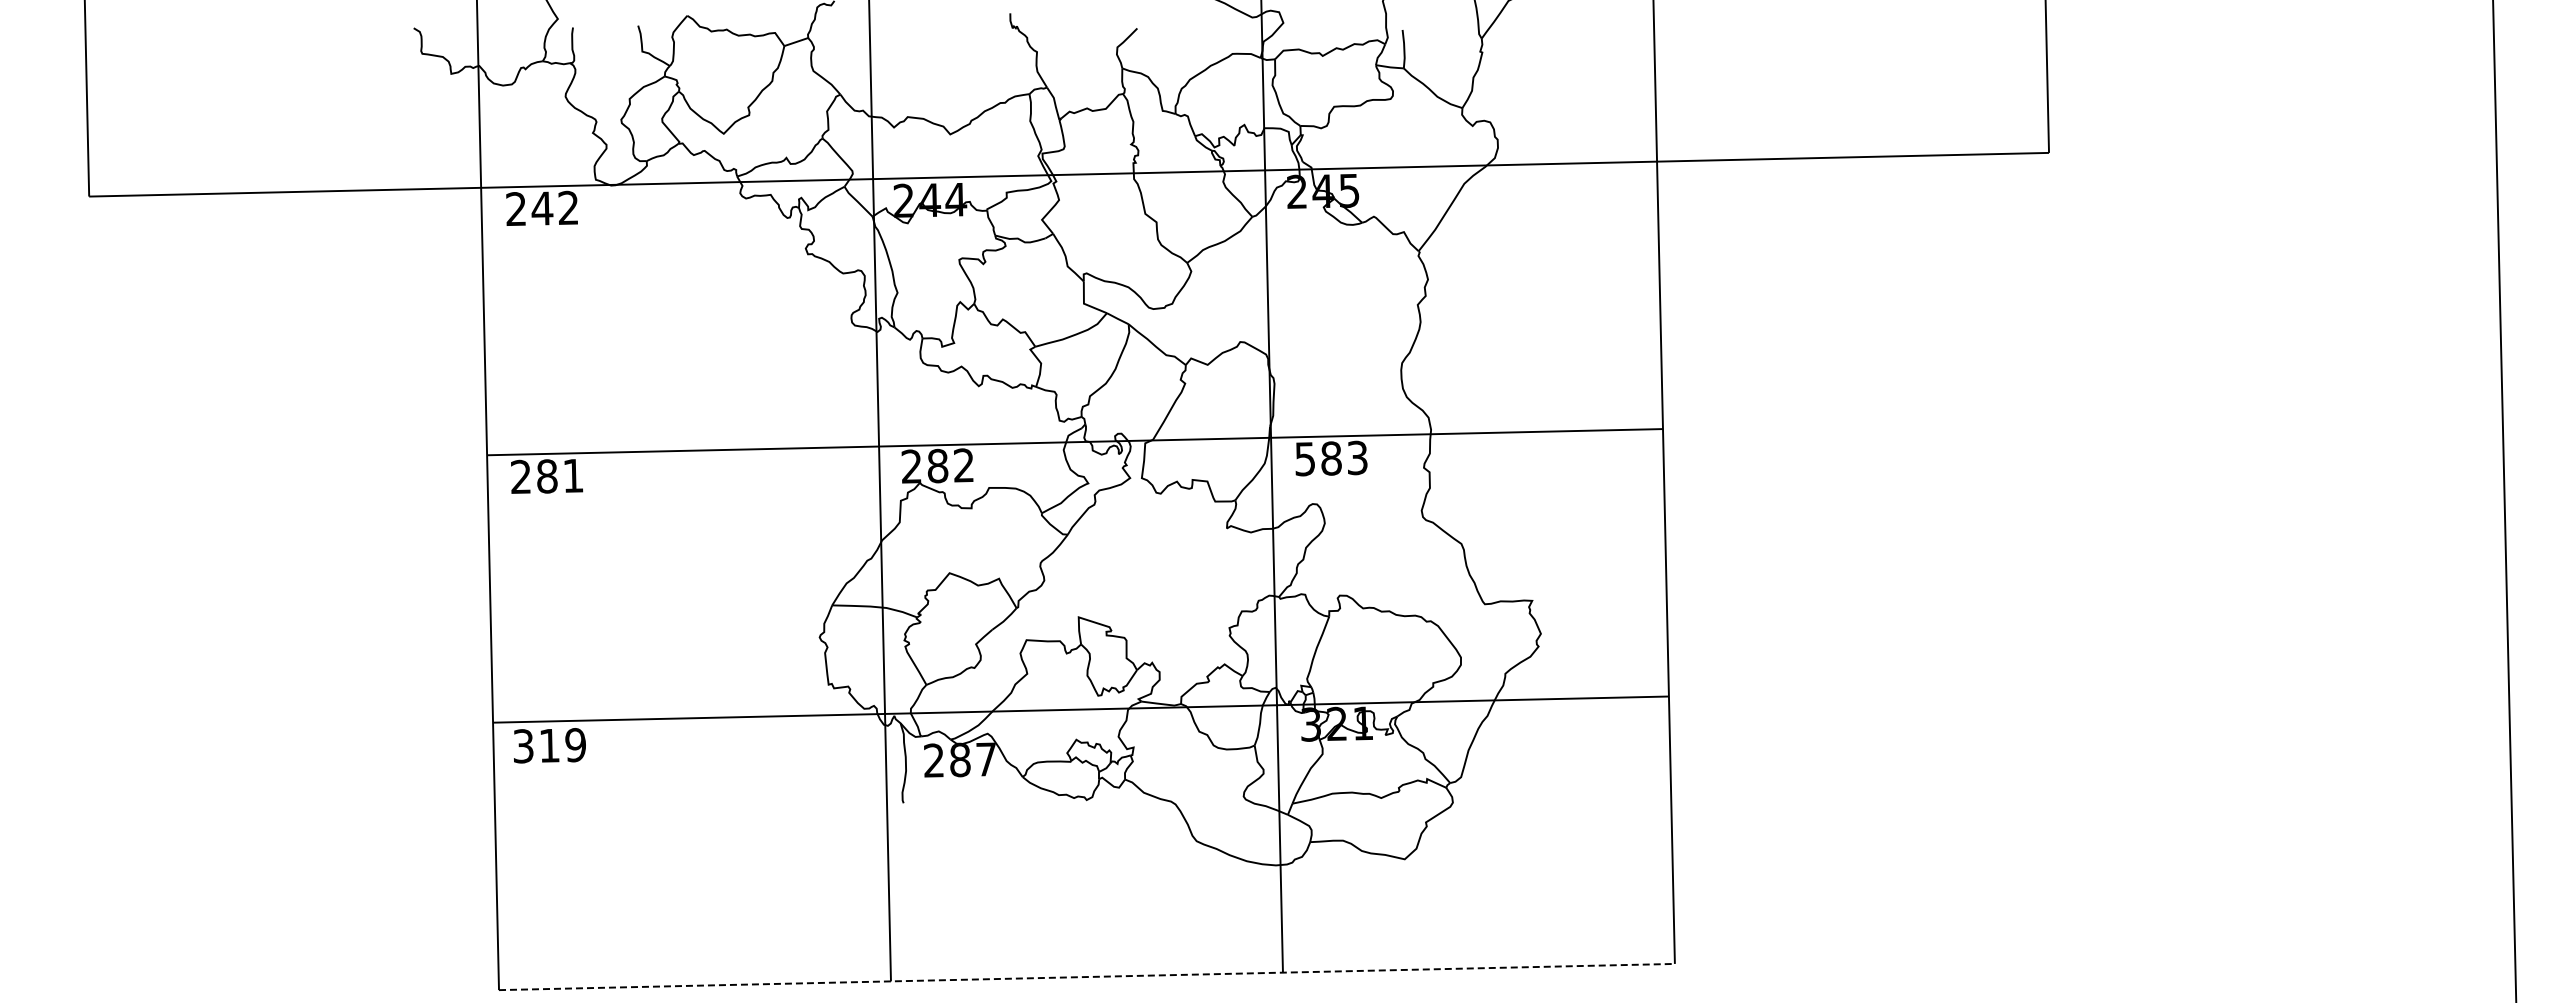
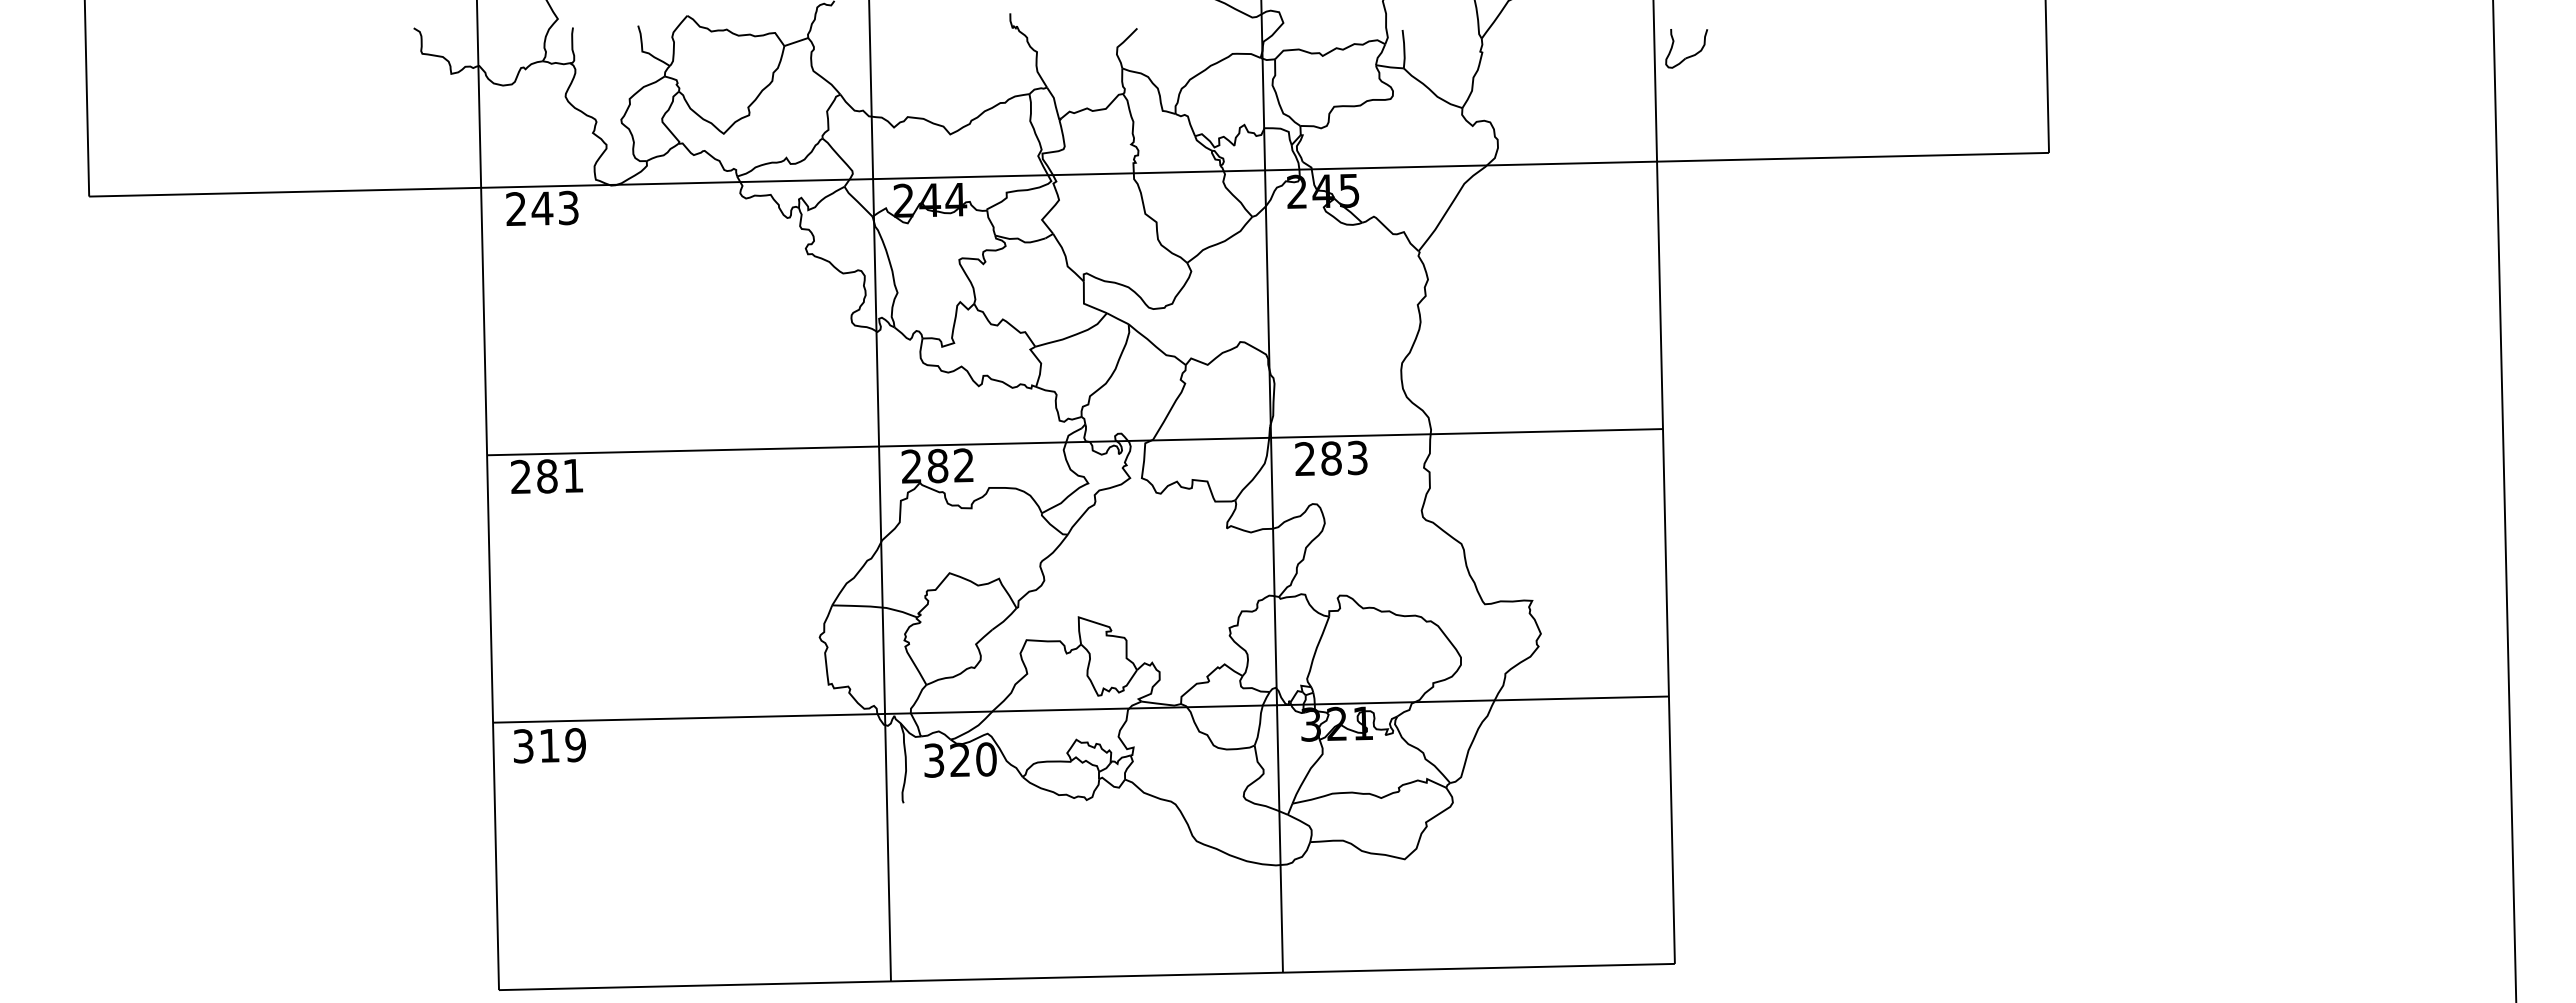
part at (1690, 55): none -> present
text at (568, 208): 242 -> 243
text at (1304, 459): 583 -> 283
text at (960, 759): 287 -> 320
line at (1087, 977): dashed -> solid
